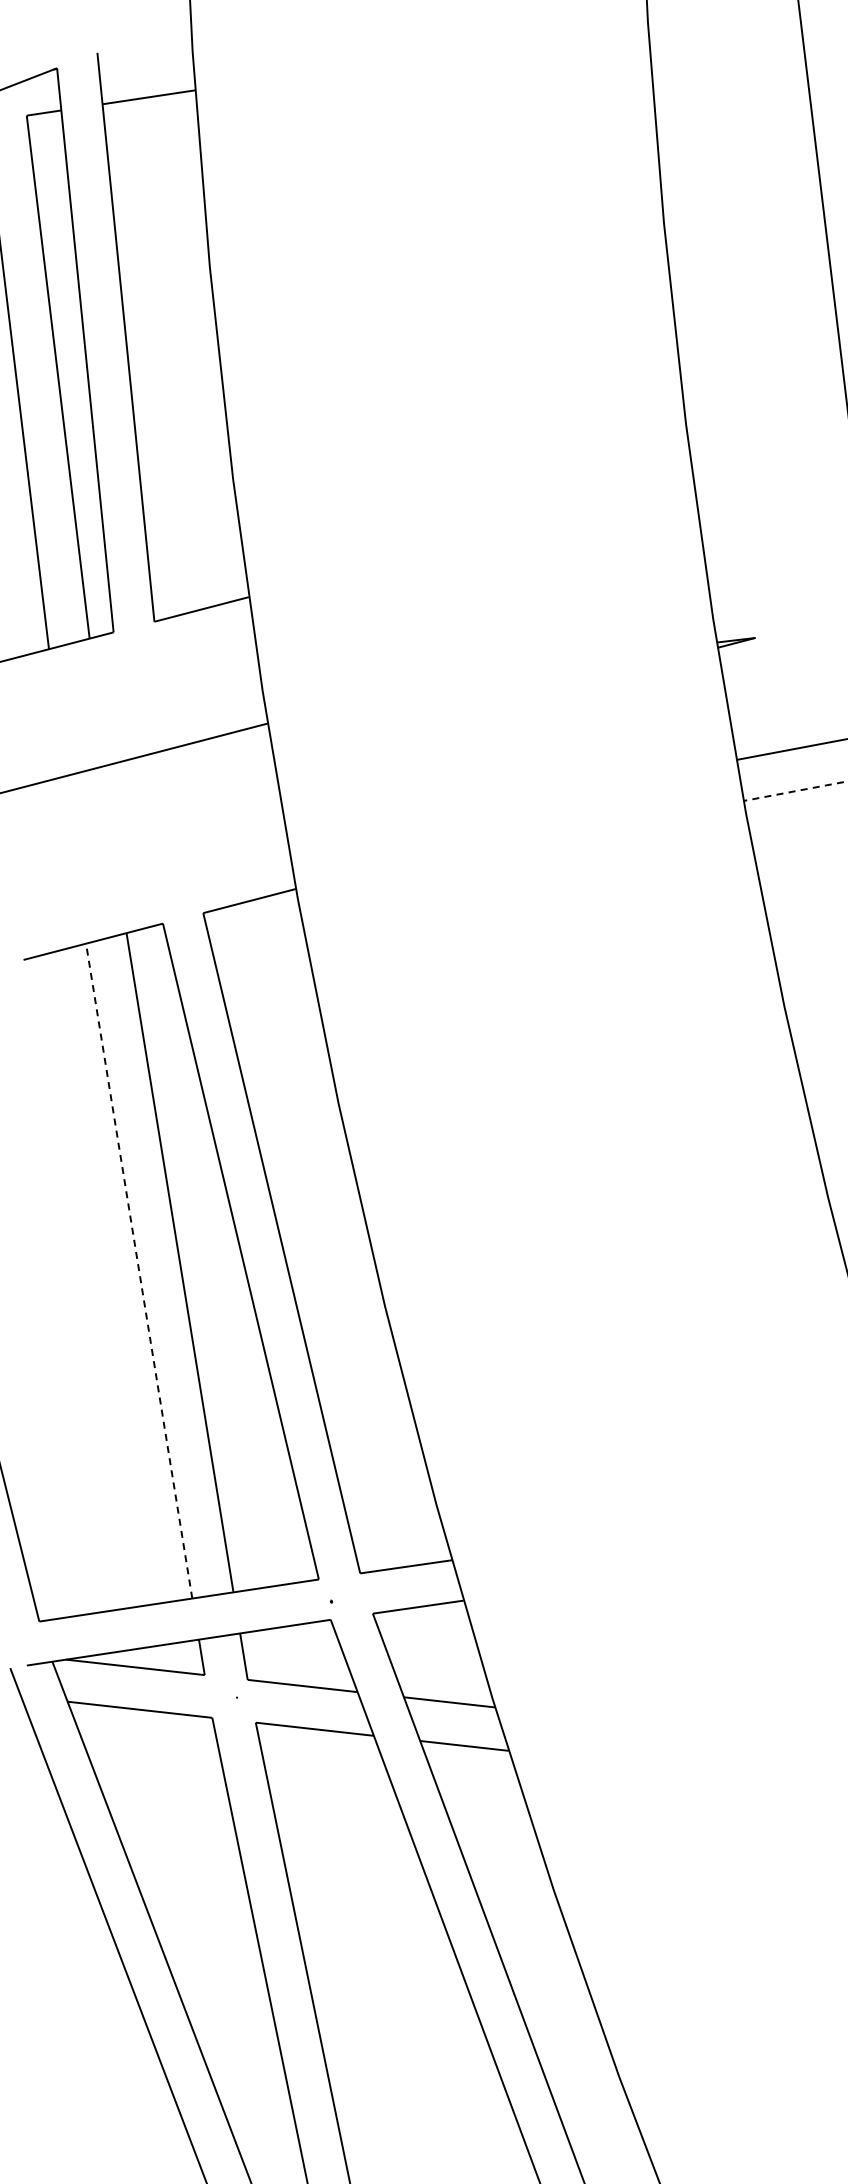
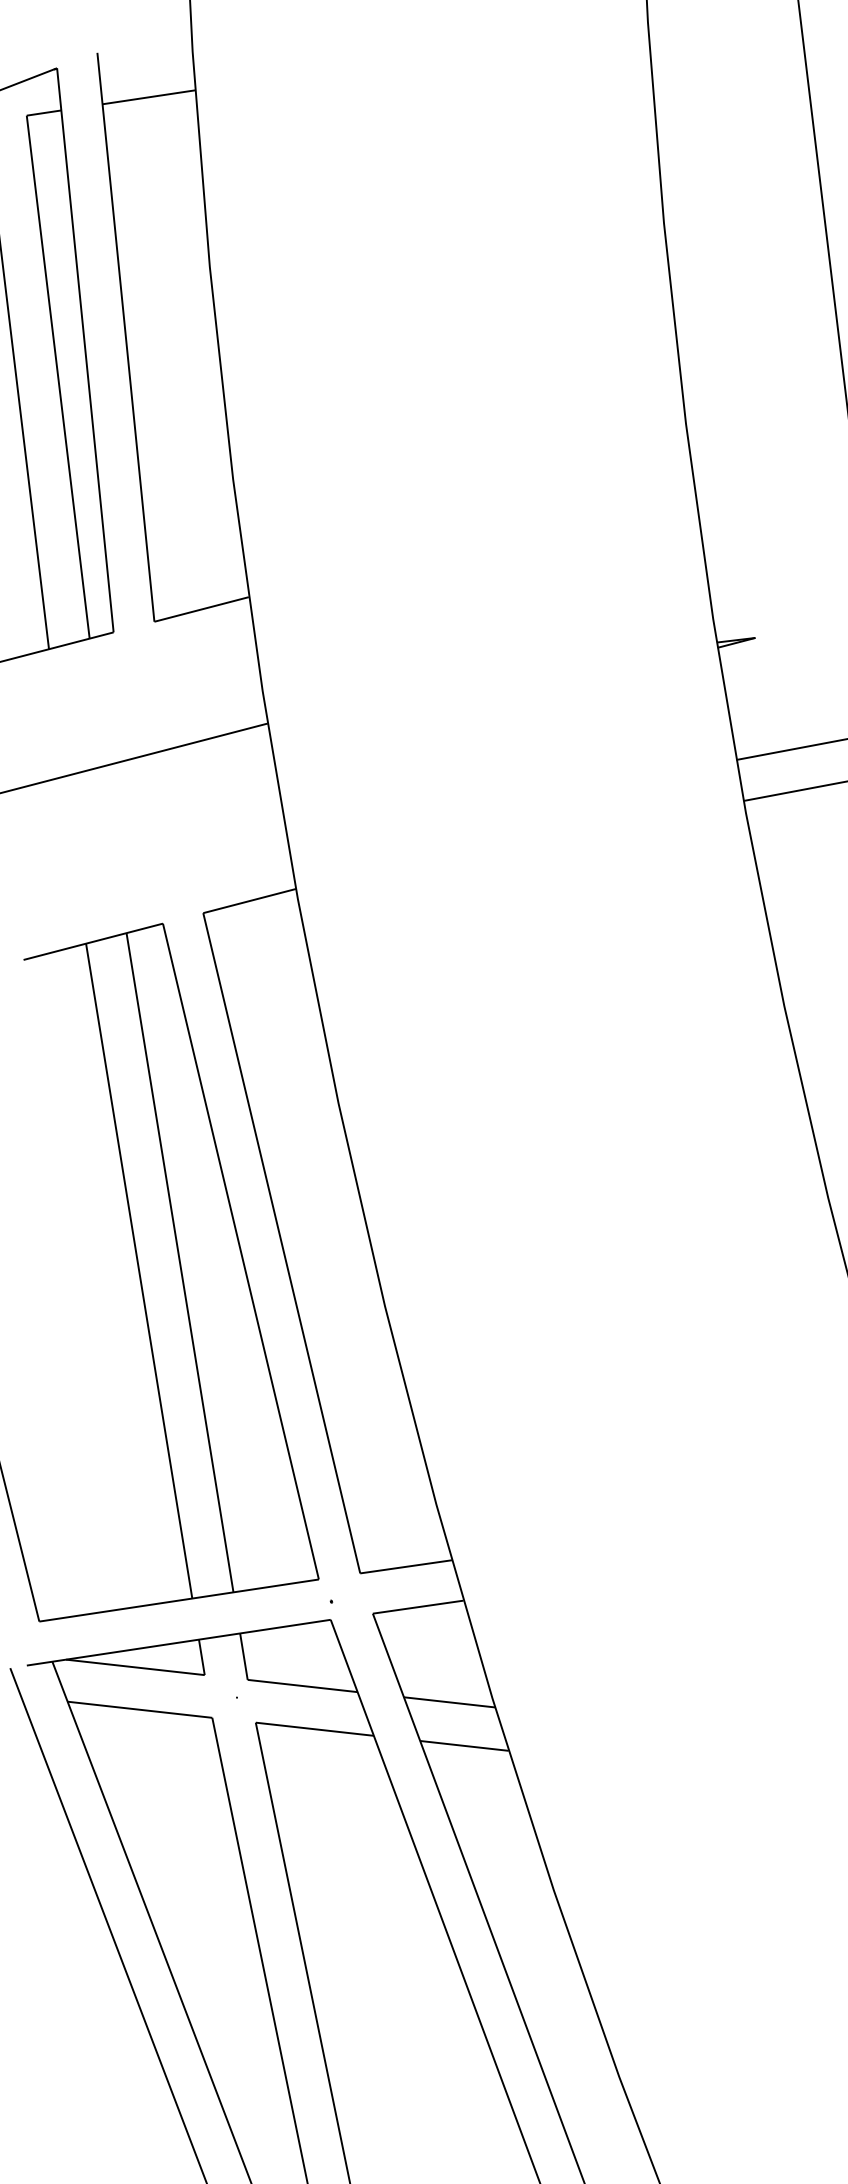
line at (795, 791): dashed -> solid
line at (139, 1271): dashed -> solid
